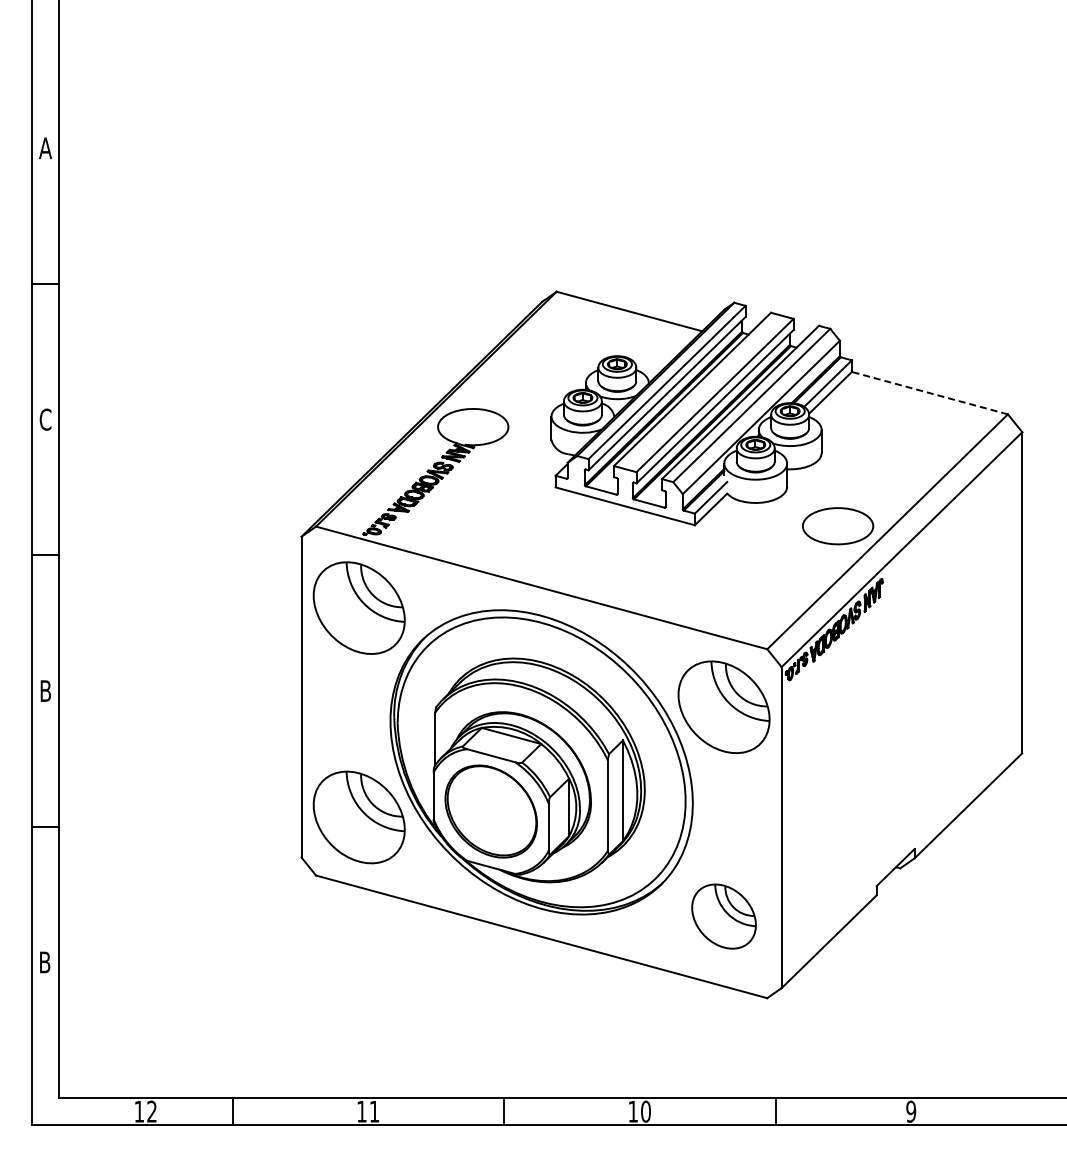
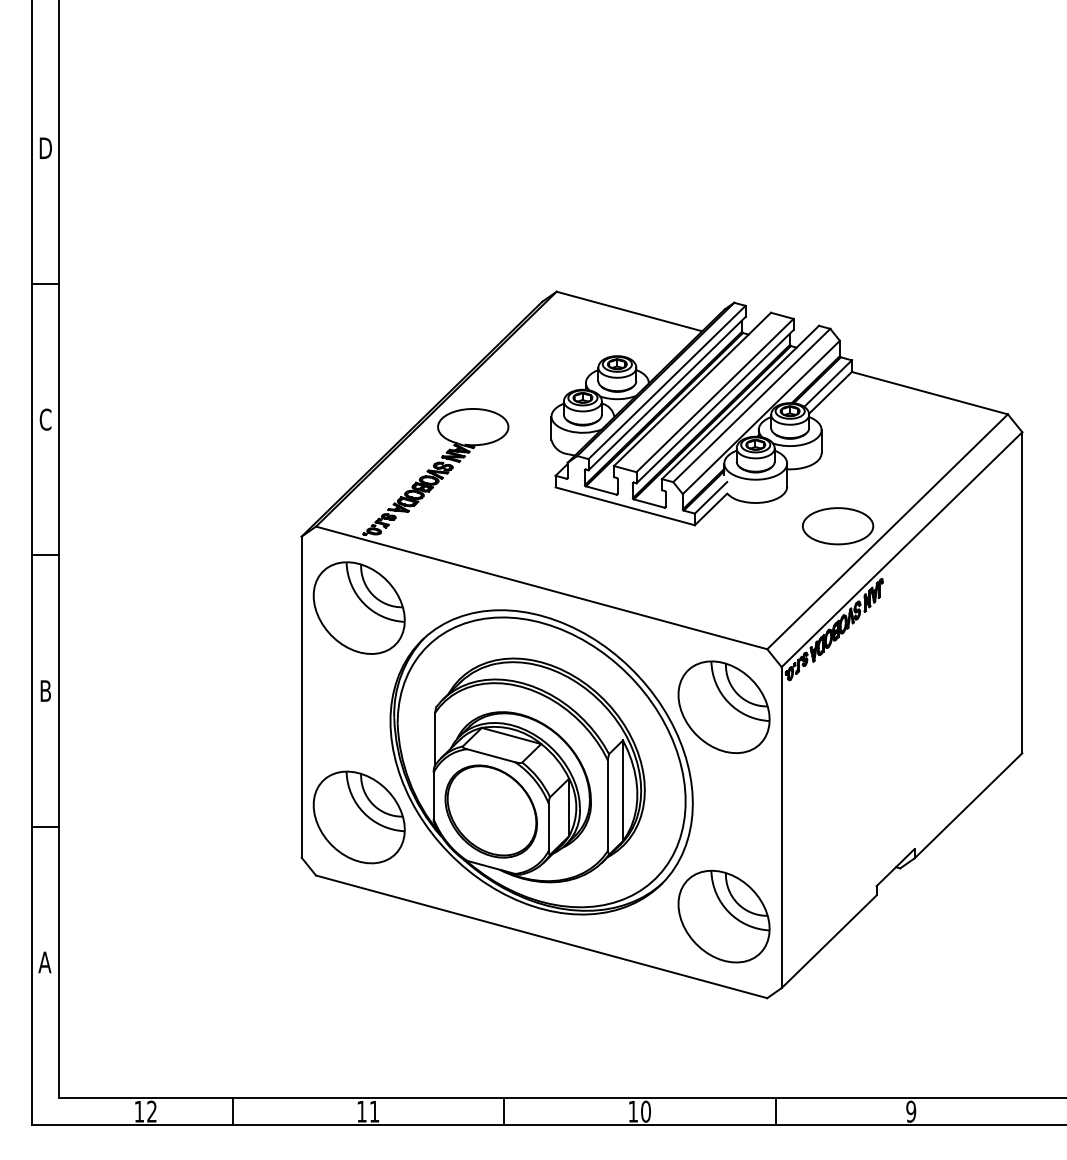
text at (45, 147): A -> D
line at (929, 393): dashed -> solid
part at (723, 916) size: 66x67 px -> 94x95 px
text at (44, 962): B -> A
